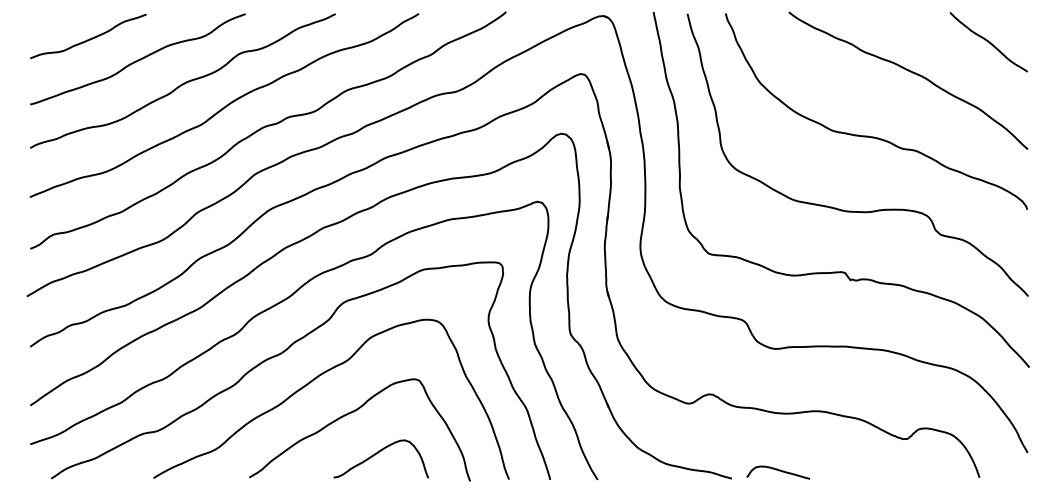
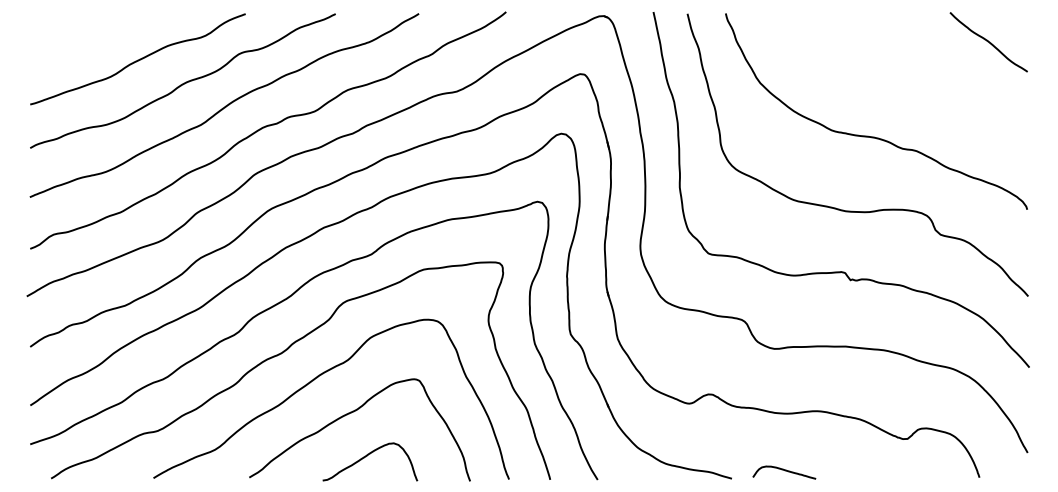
curve at (89, 38): present -> none
curve at (912, 73): present -> none
curve at (378, 453) position: (378, 453) -> (367, 456)
curve at (779, 471) position: (779, 471) -> (785, 471)
